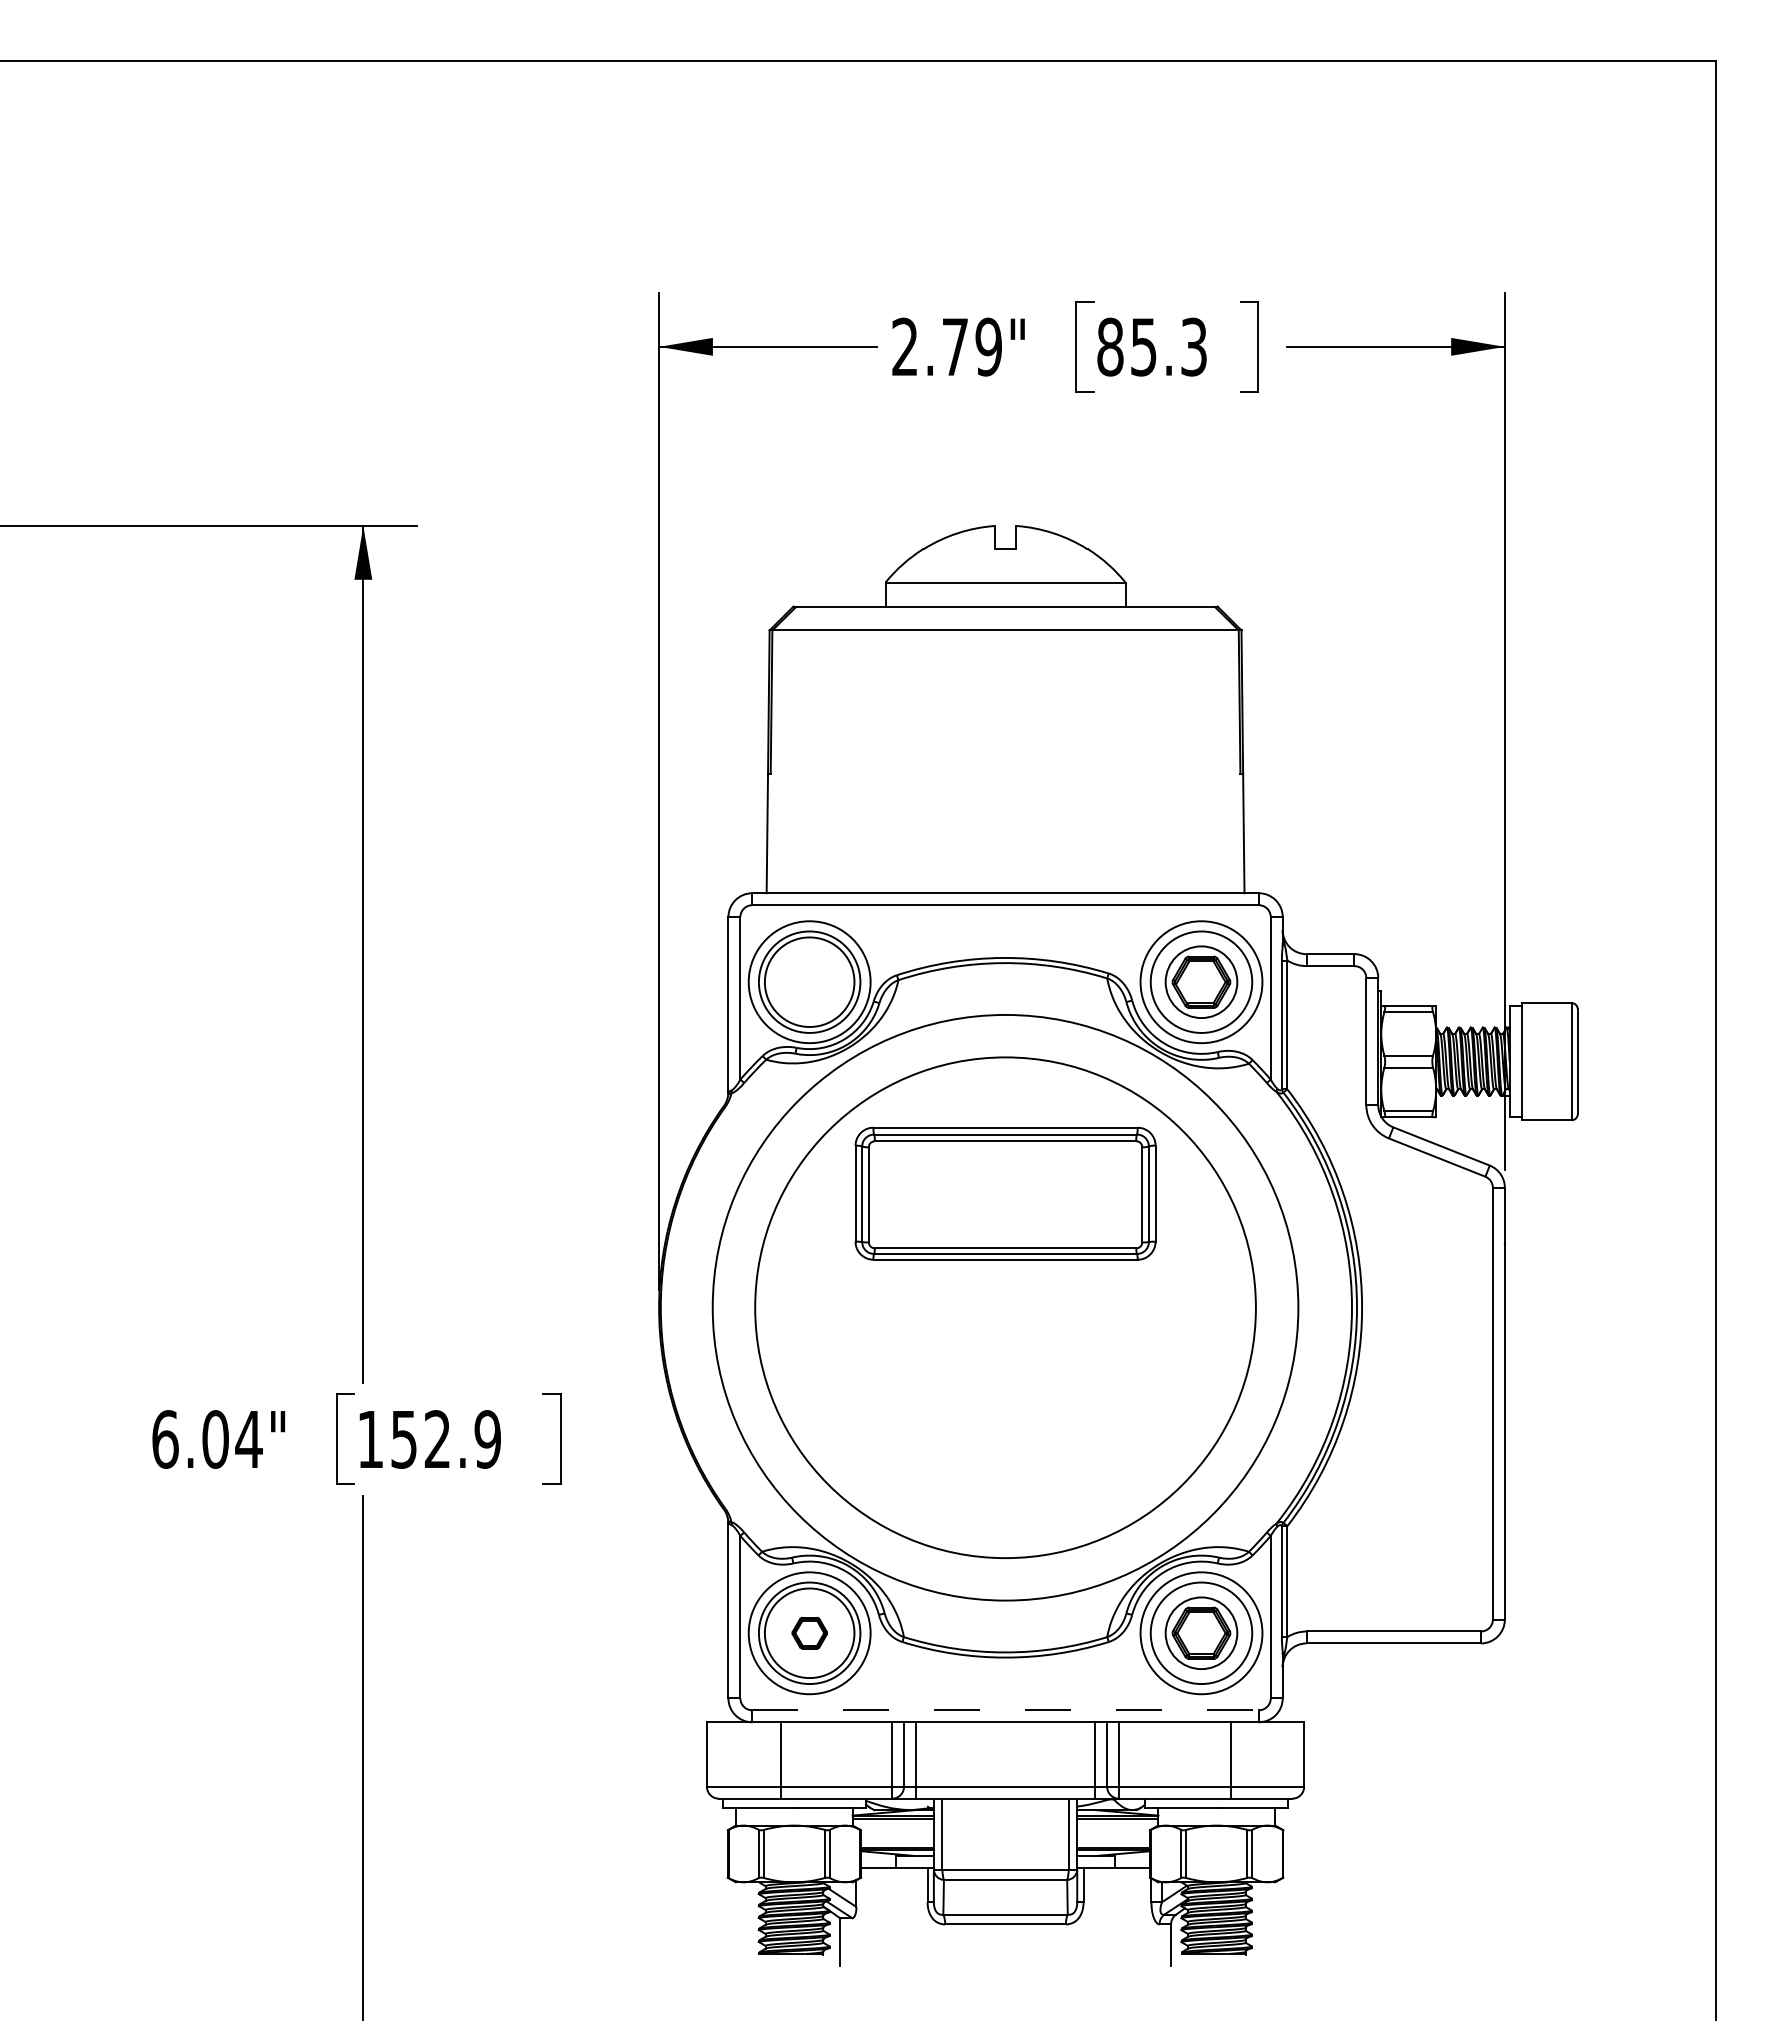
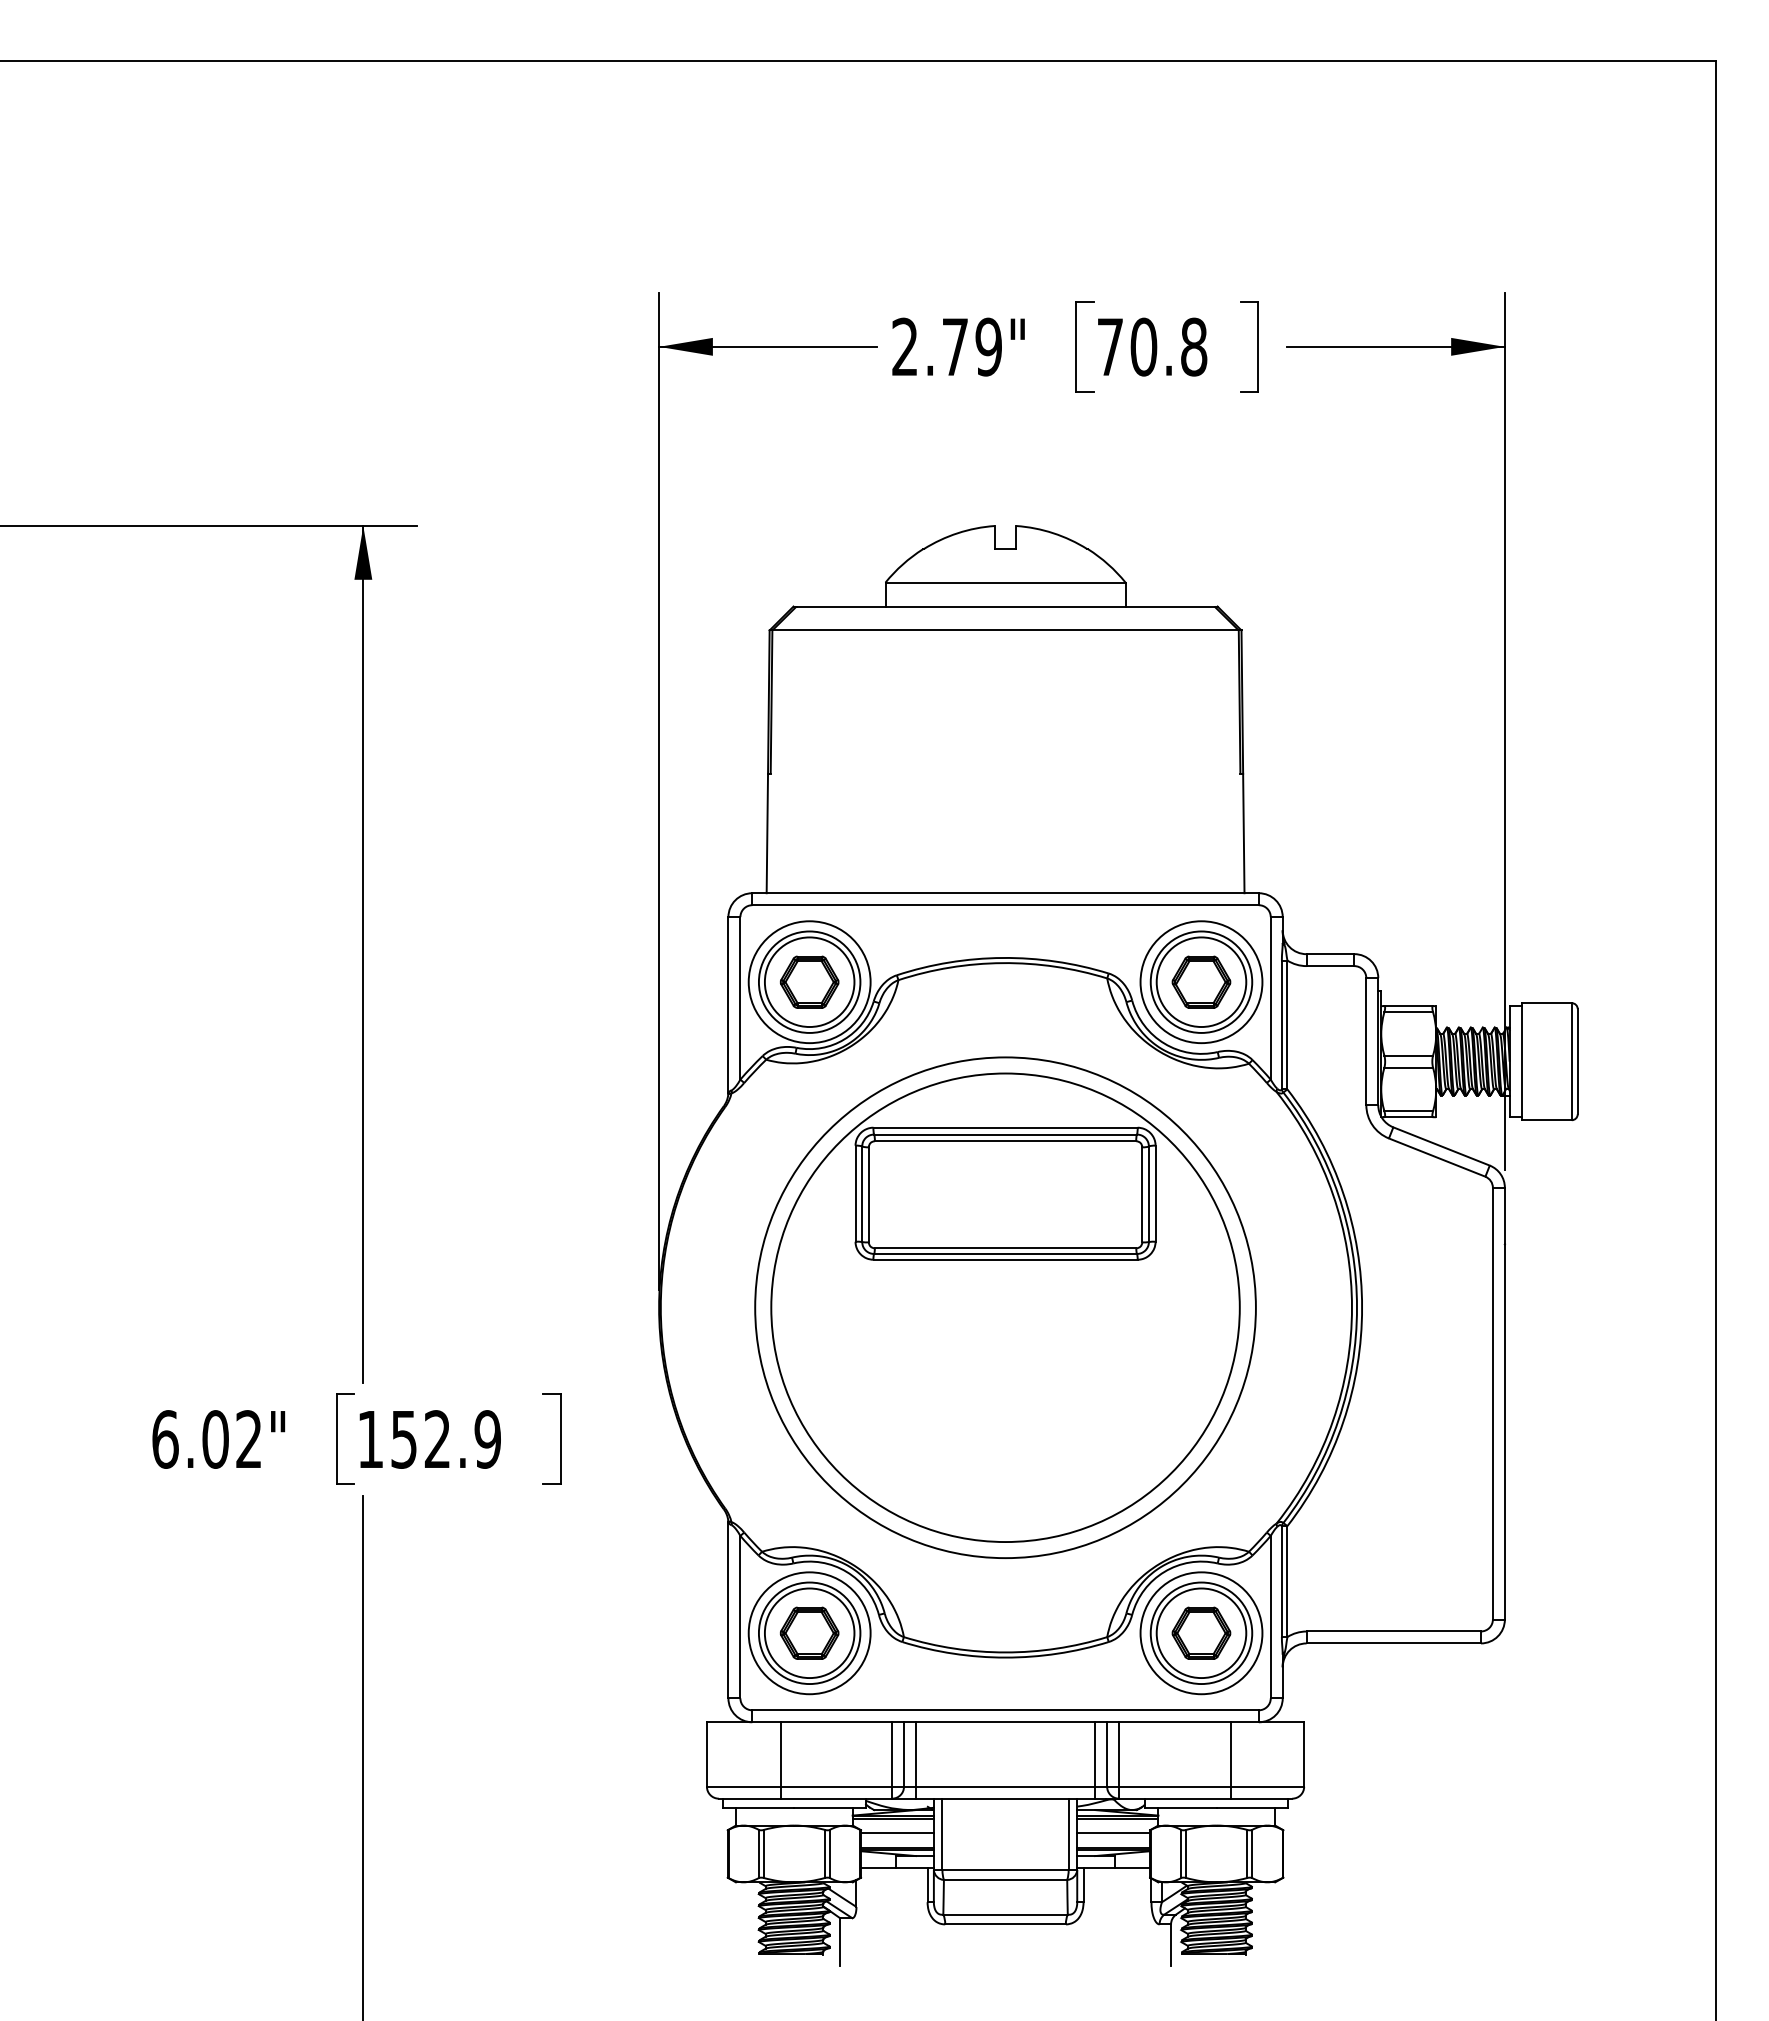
text at (1152, 346): 85.3 -> 70.8
part at (809, 981): none -> present
circle at (1201, 982) diameter: 72 px -> 90 px
circle at (1005, 1307) diameter: 586 px -> 469 px
text at (248, 1438): 6.04" -> 6.02"
part at (809, 1632) size: 37x34 px -> 60x54 px
circle at (1201, 1633) diameter: 72 px -> 90 px
line at (1006, 1710): dashed -> solid
line at (897, 1833): none -> present
line at (1113, 1833): none -> present
